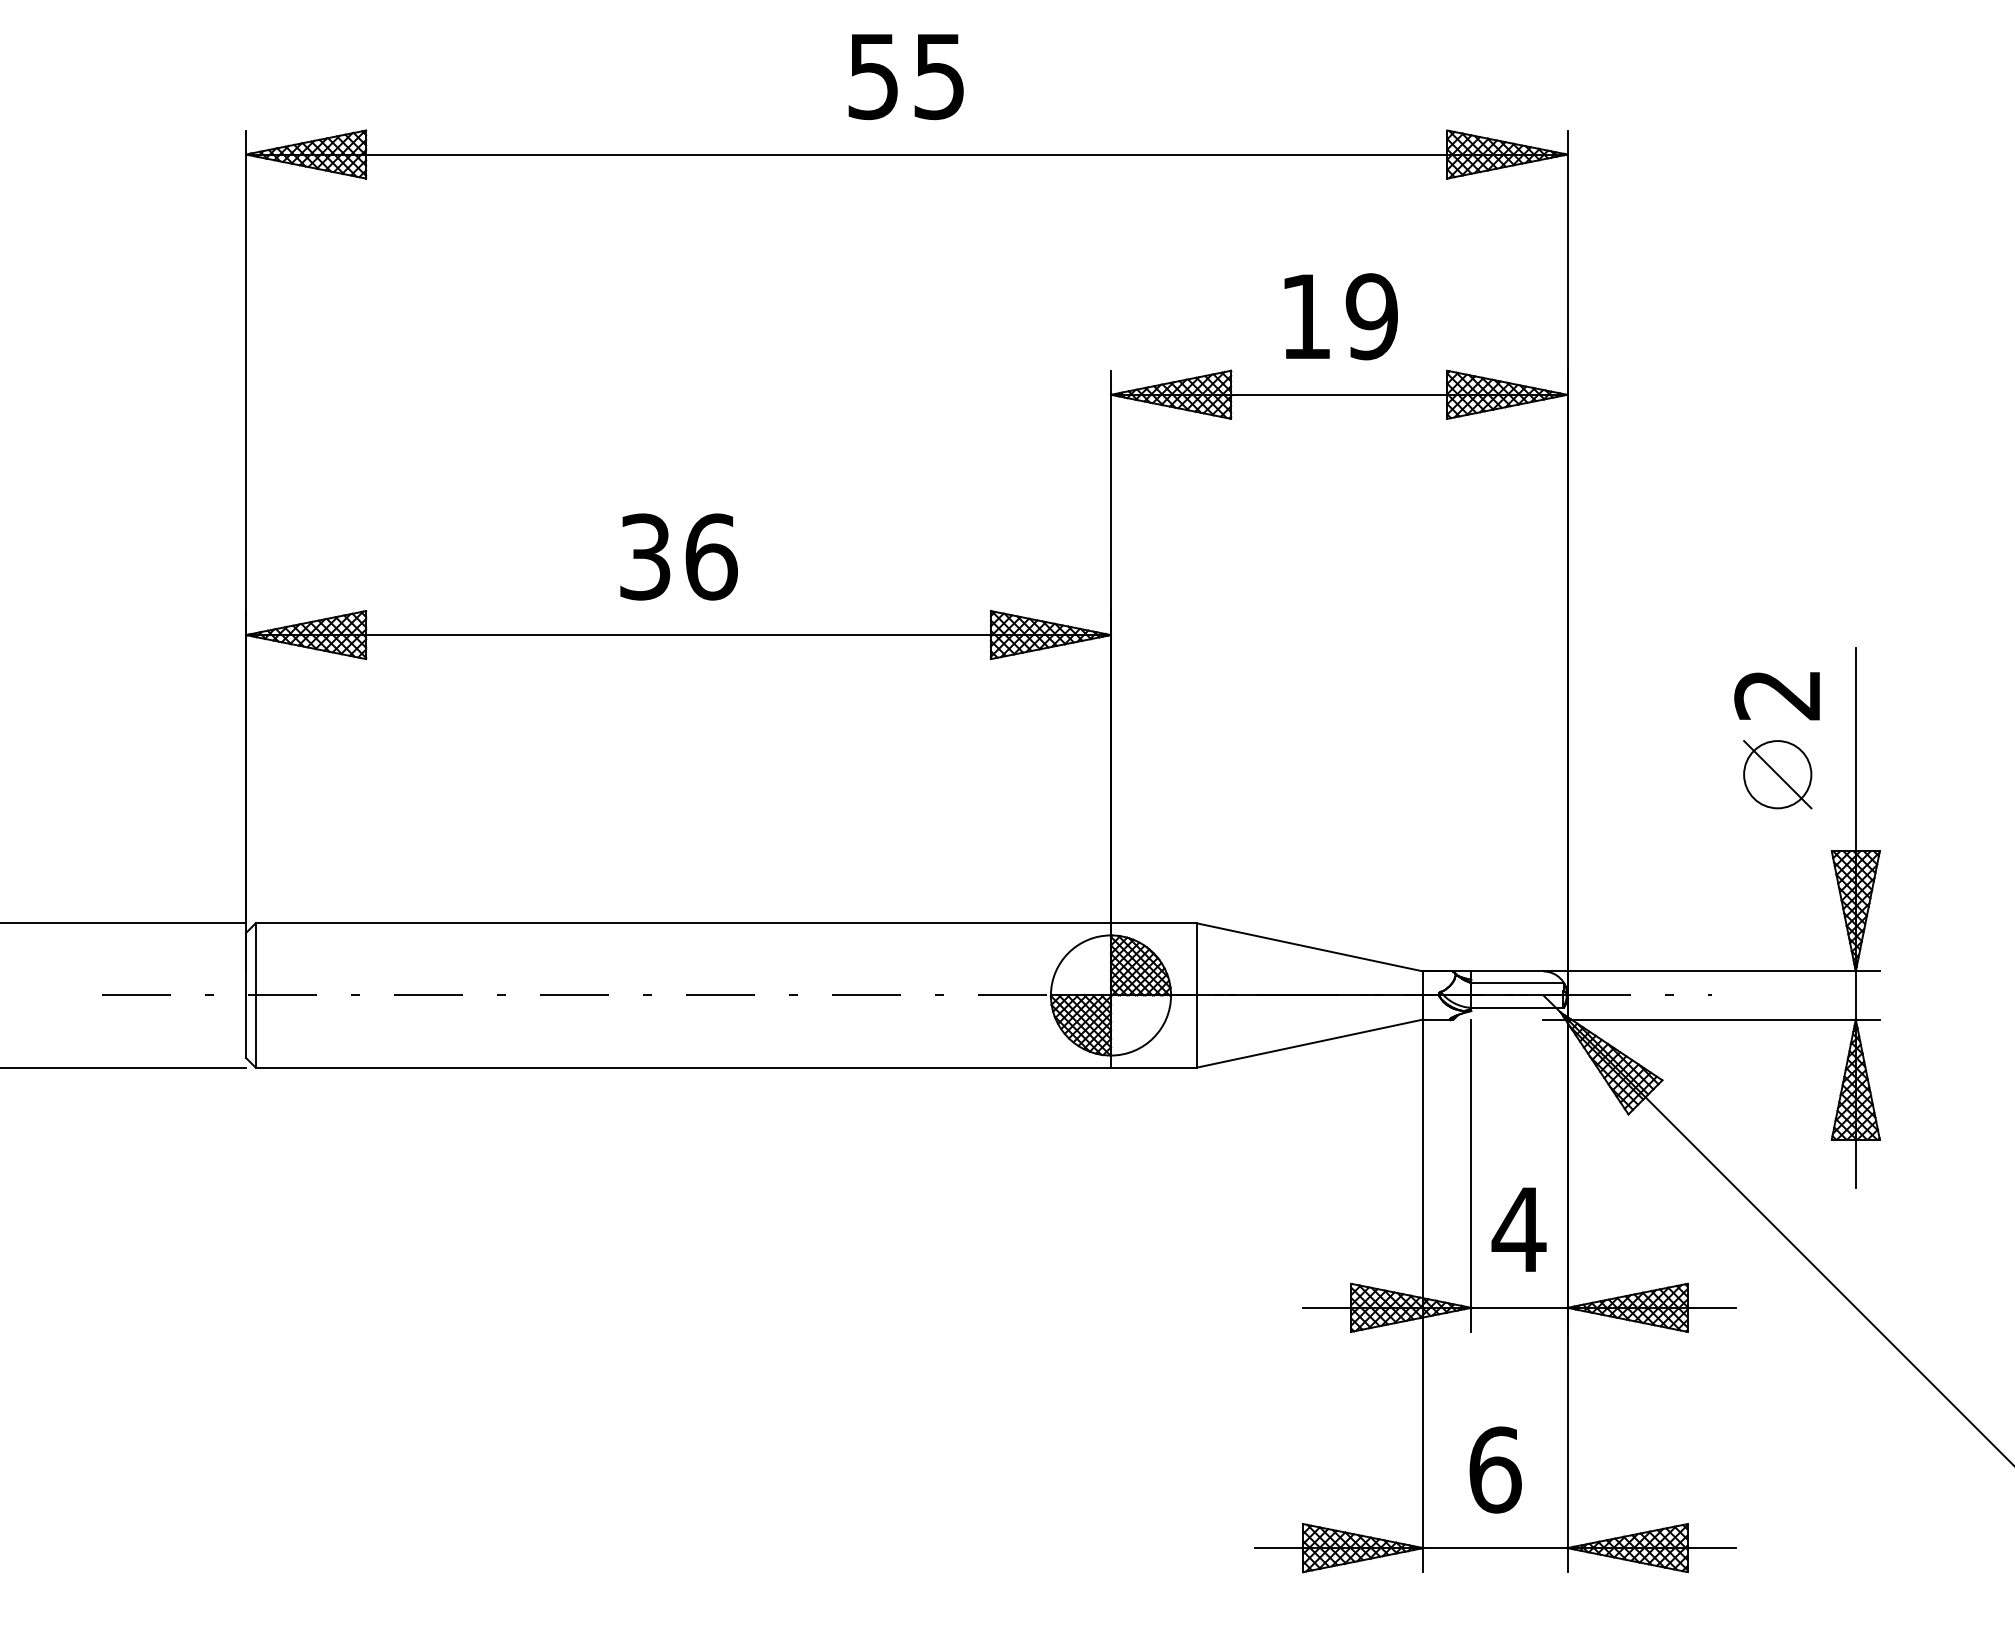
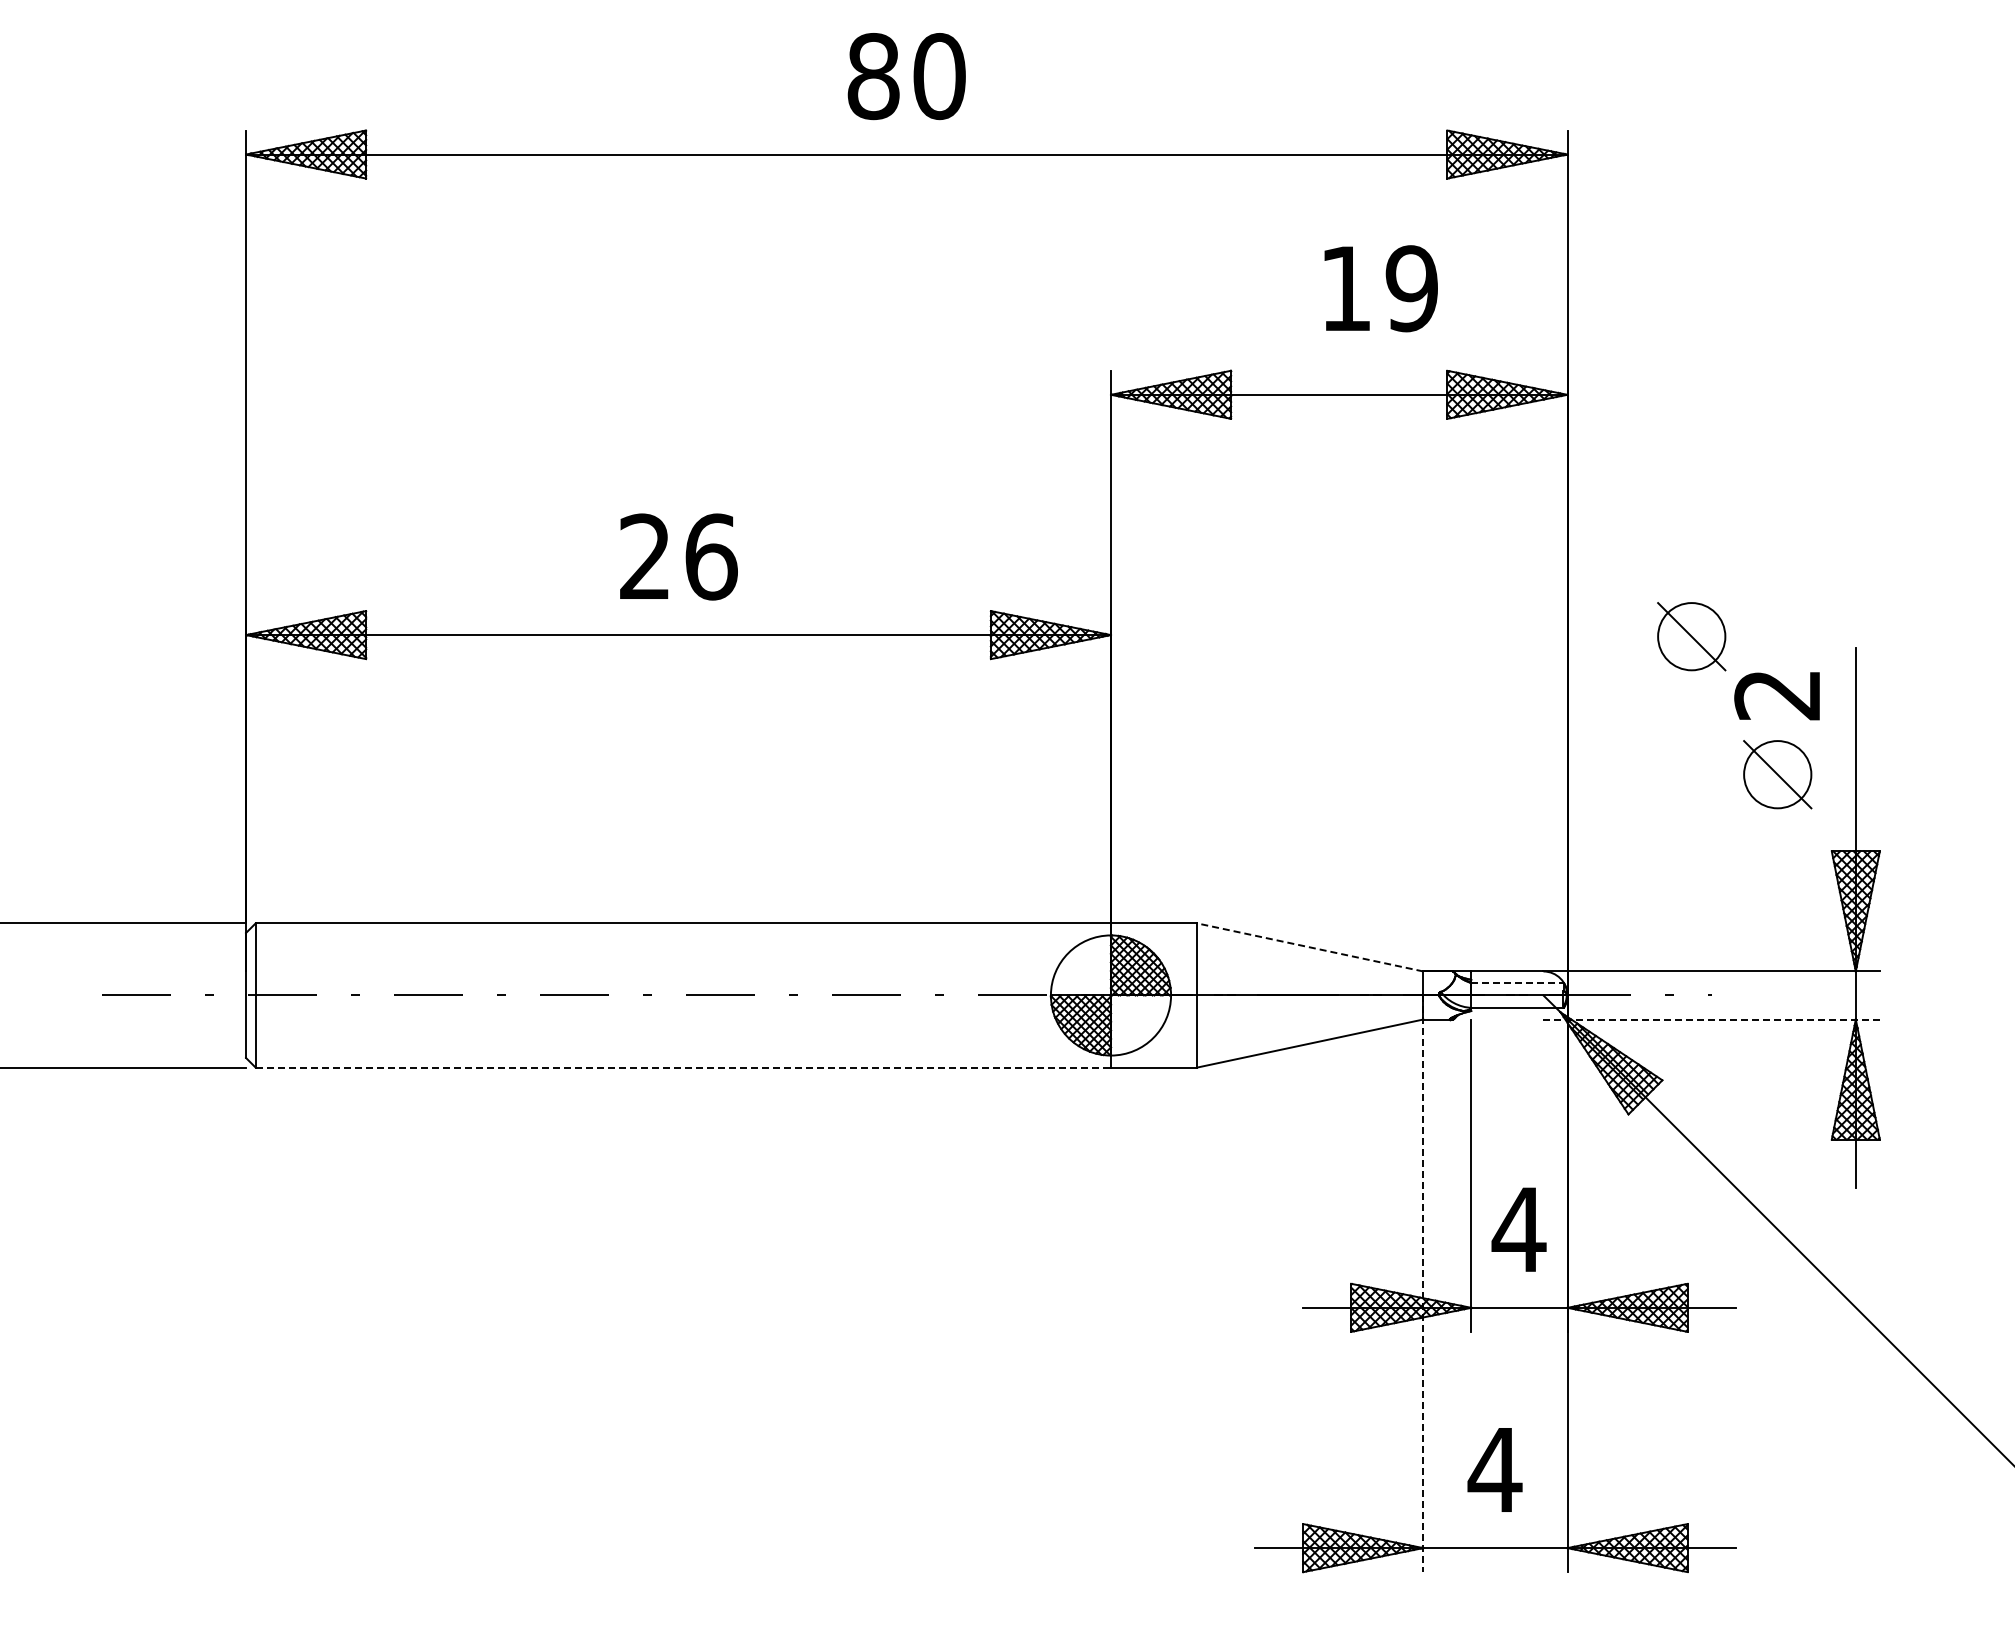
text at (906, 76): 55 -> 80
text at (1340, 316) position: (1340, 316) -> (1380, 288)
text at (645, 556): 36 -> 26
part at (1691, 636): none -> present
line at (1310, 947): solid -> dashed
line at (1518, 983): solid -> dashed
line at (1712, 1019): solid -> dashed
line at (683, 1067): solid -> dashed
line at (1423, 1284): solid -> dashed
text at (1494, 1469): 6 -> 4
